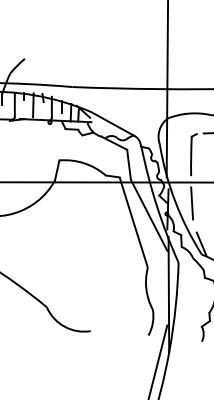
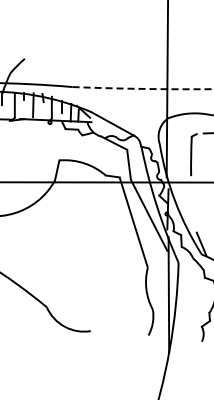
arc at (143, 88): solid -> dashed
line at (192, 203): present -> none
line at (158, 360): present -> none
